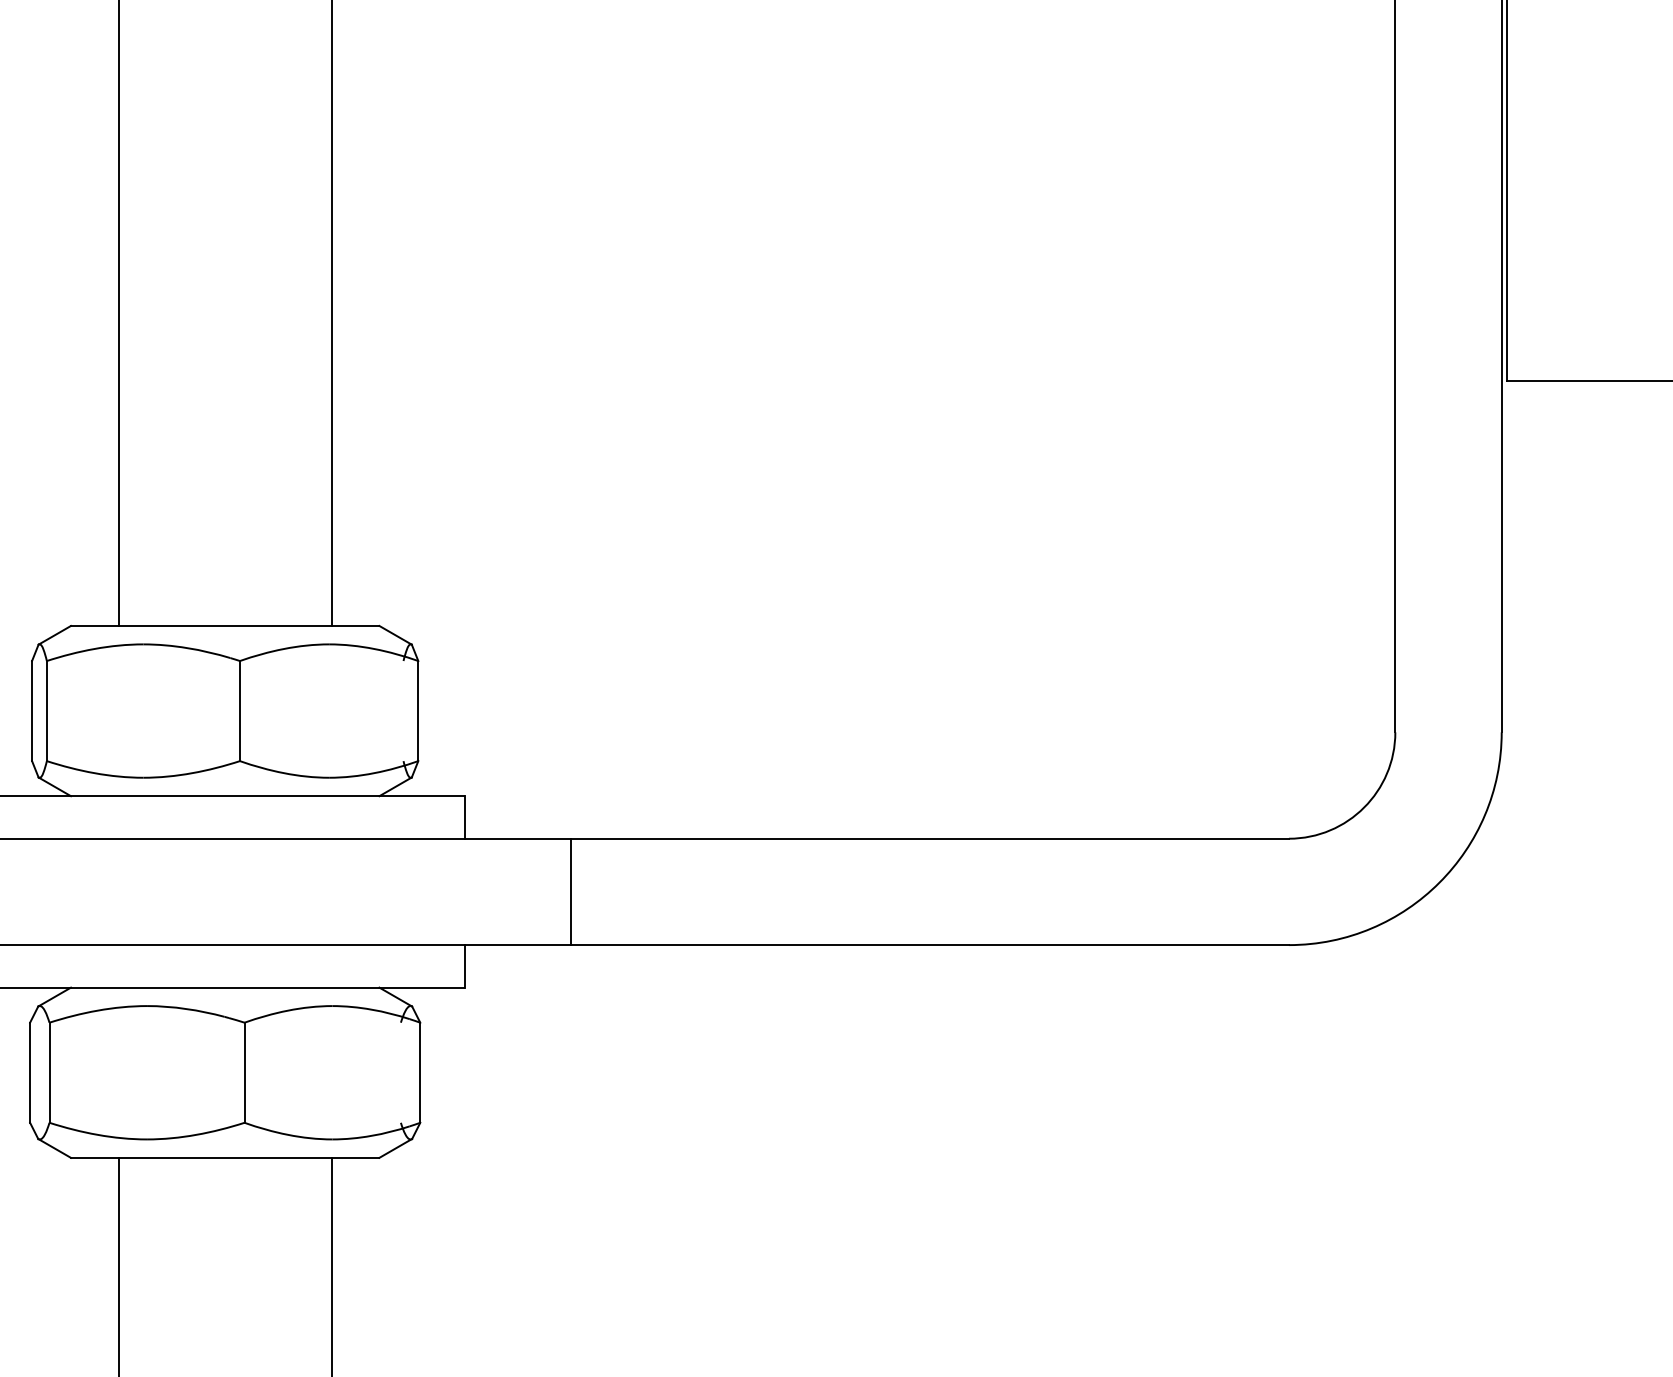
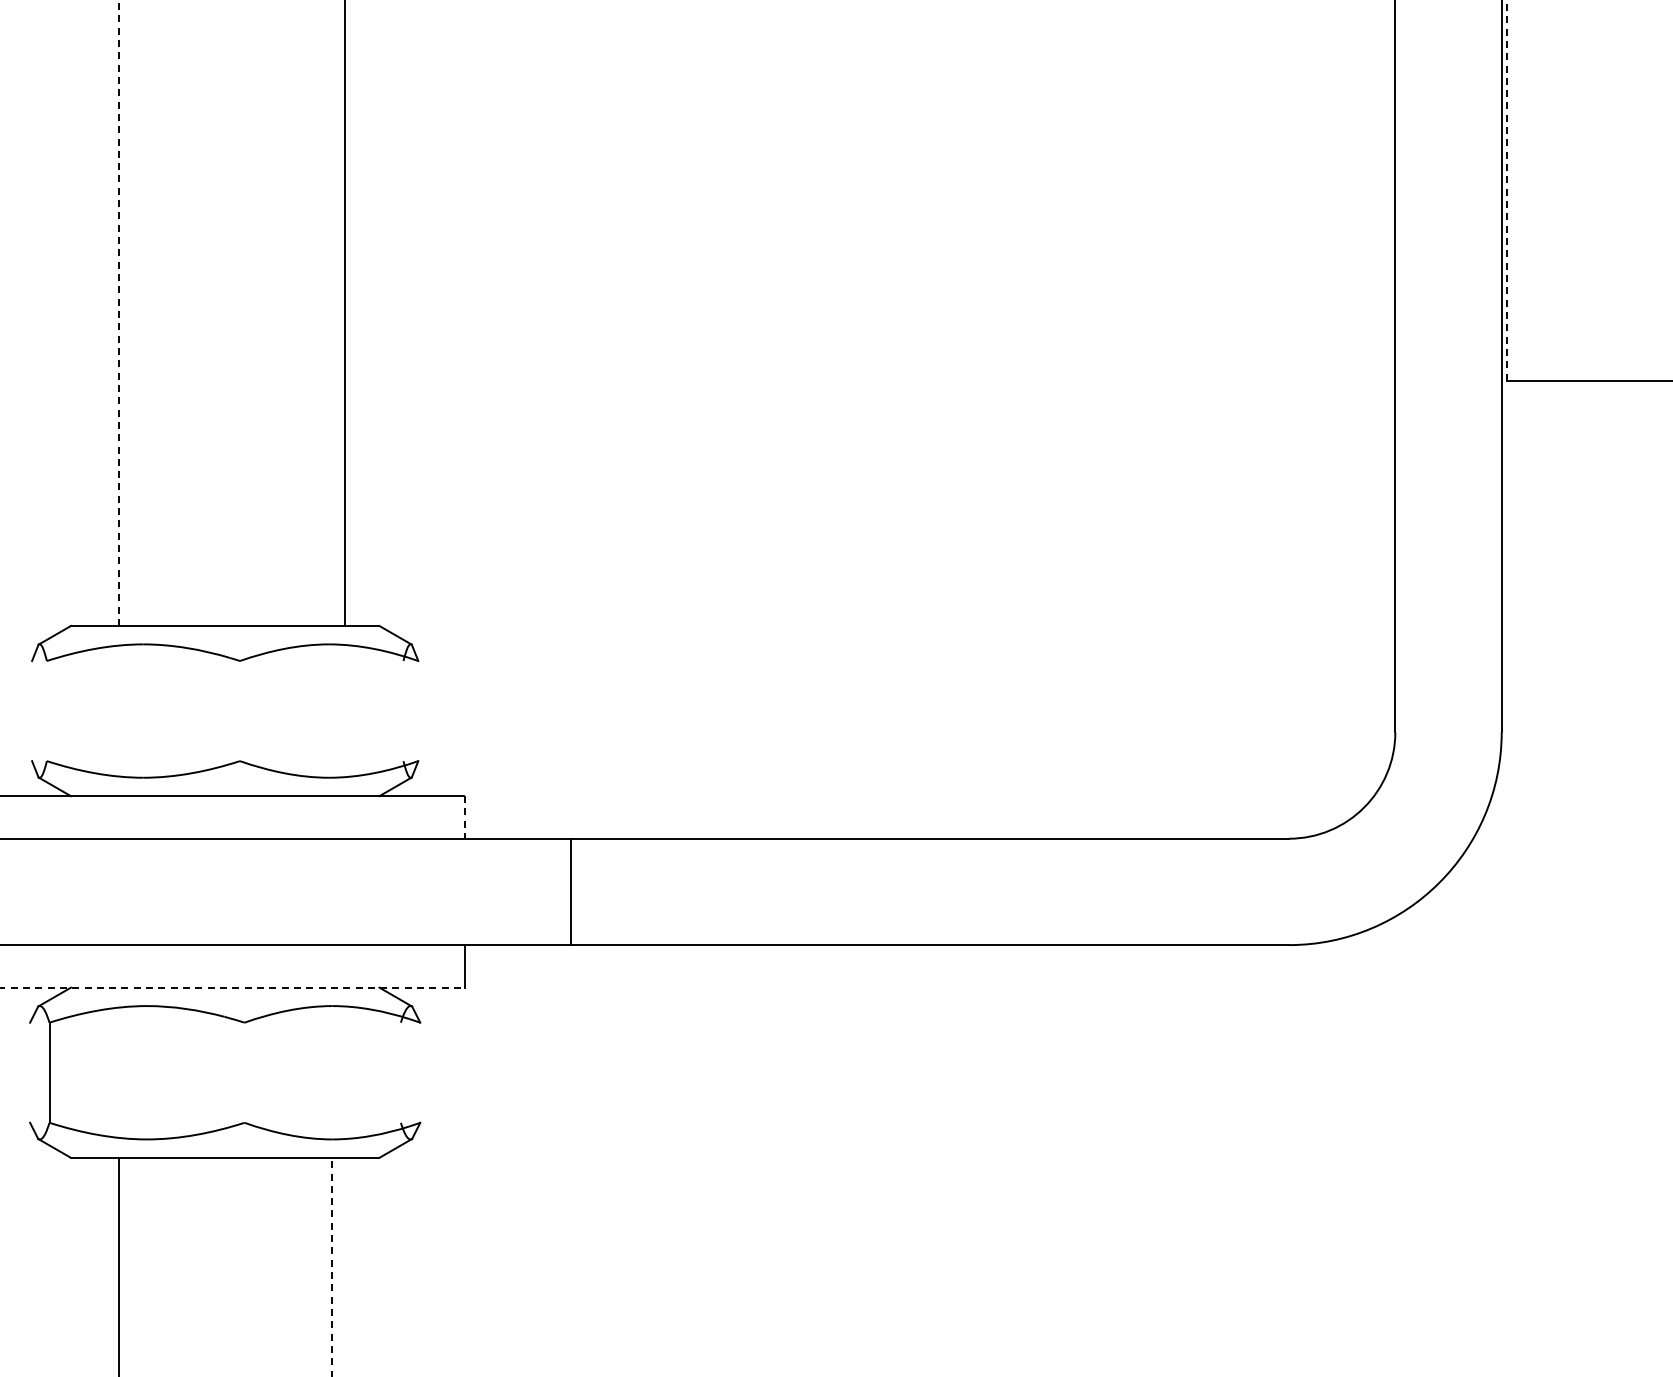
line at (1507, 191): solid -> dashed
line at (118, 313): solid -> dashed
line at (331, 313) position: (331, 313) -> (344, 313)
line at (32, 711): present -> none
line at (46, 711): present -> none
line at (239, 711): present -> none
line at (418, 711): present -> none
line at (464, 817): solid -> dashed
line at (232, 987): solid -> dashed
line at (30, 1072): present -> none
line at (244, 1072): present -> none
line at (420, 1072): present -> none
line at (331, 1266): solid -> dashed
